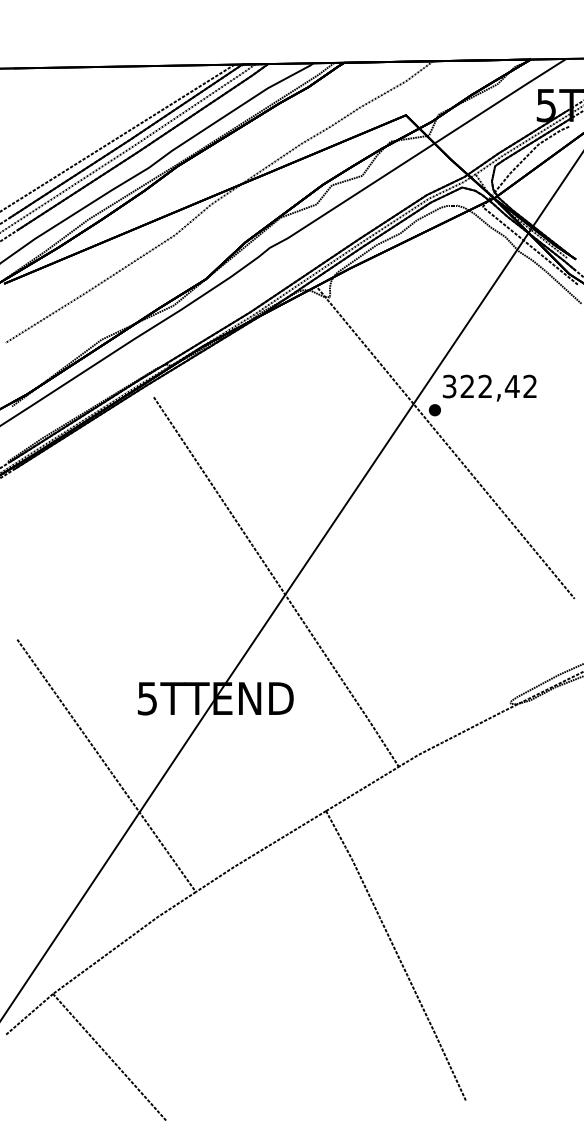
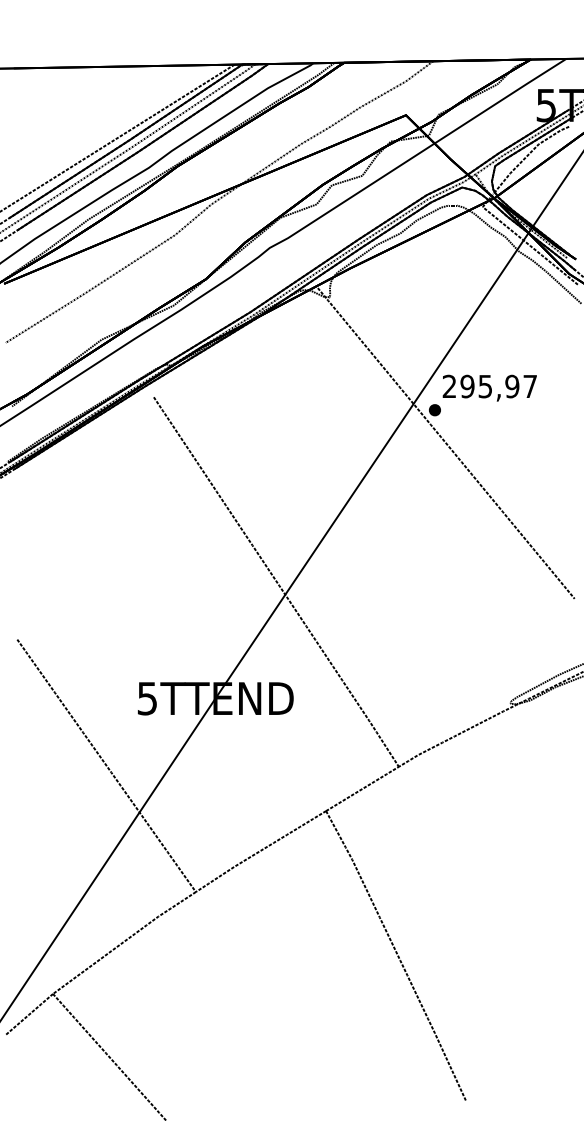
text at (489, 386): 322,42 -> 295,97
